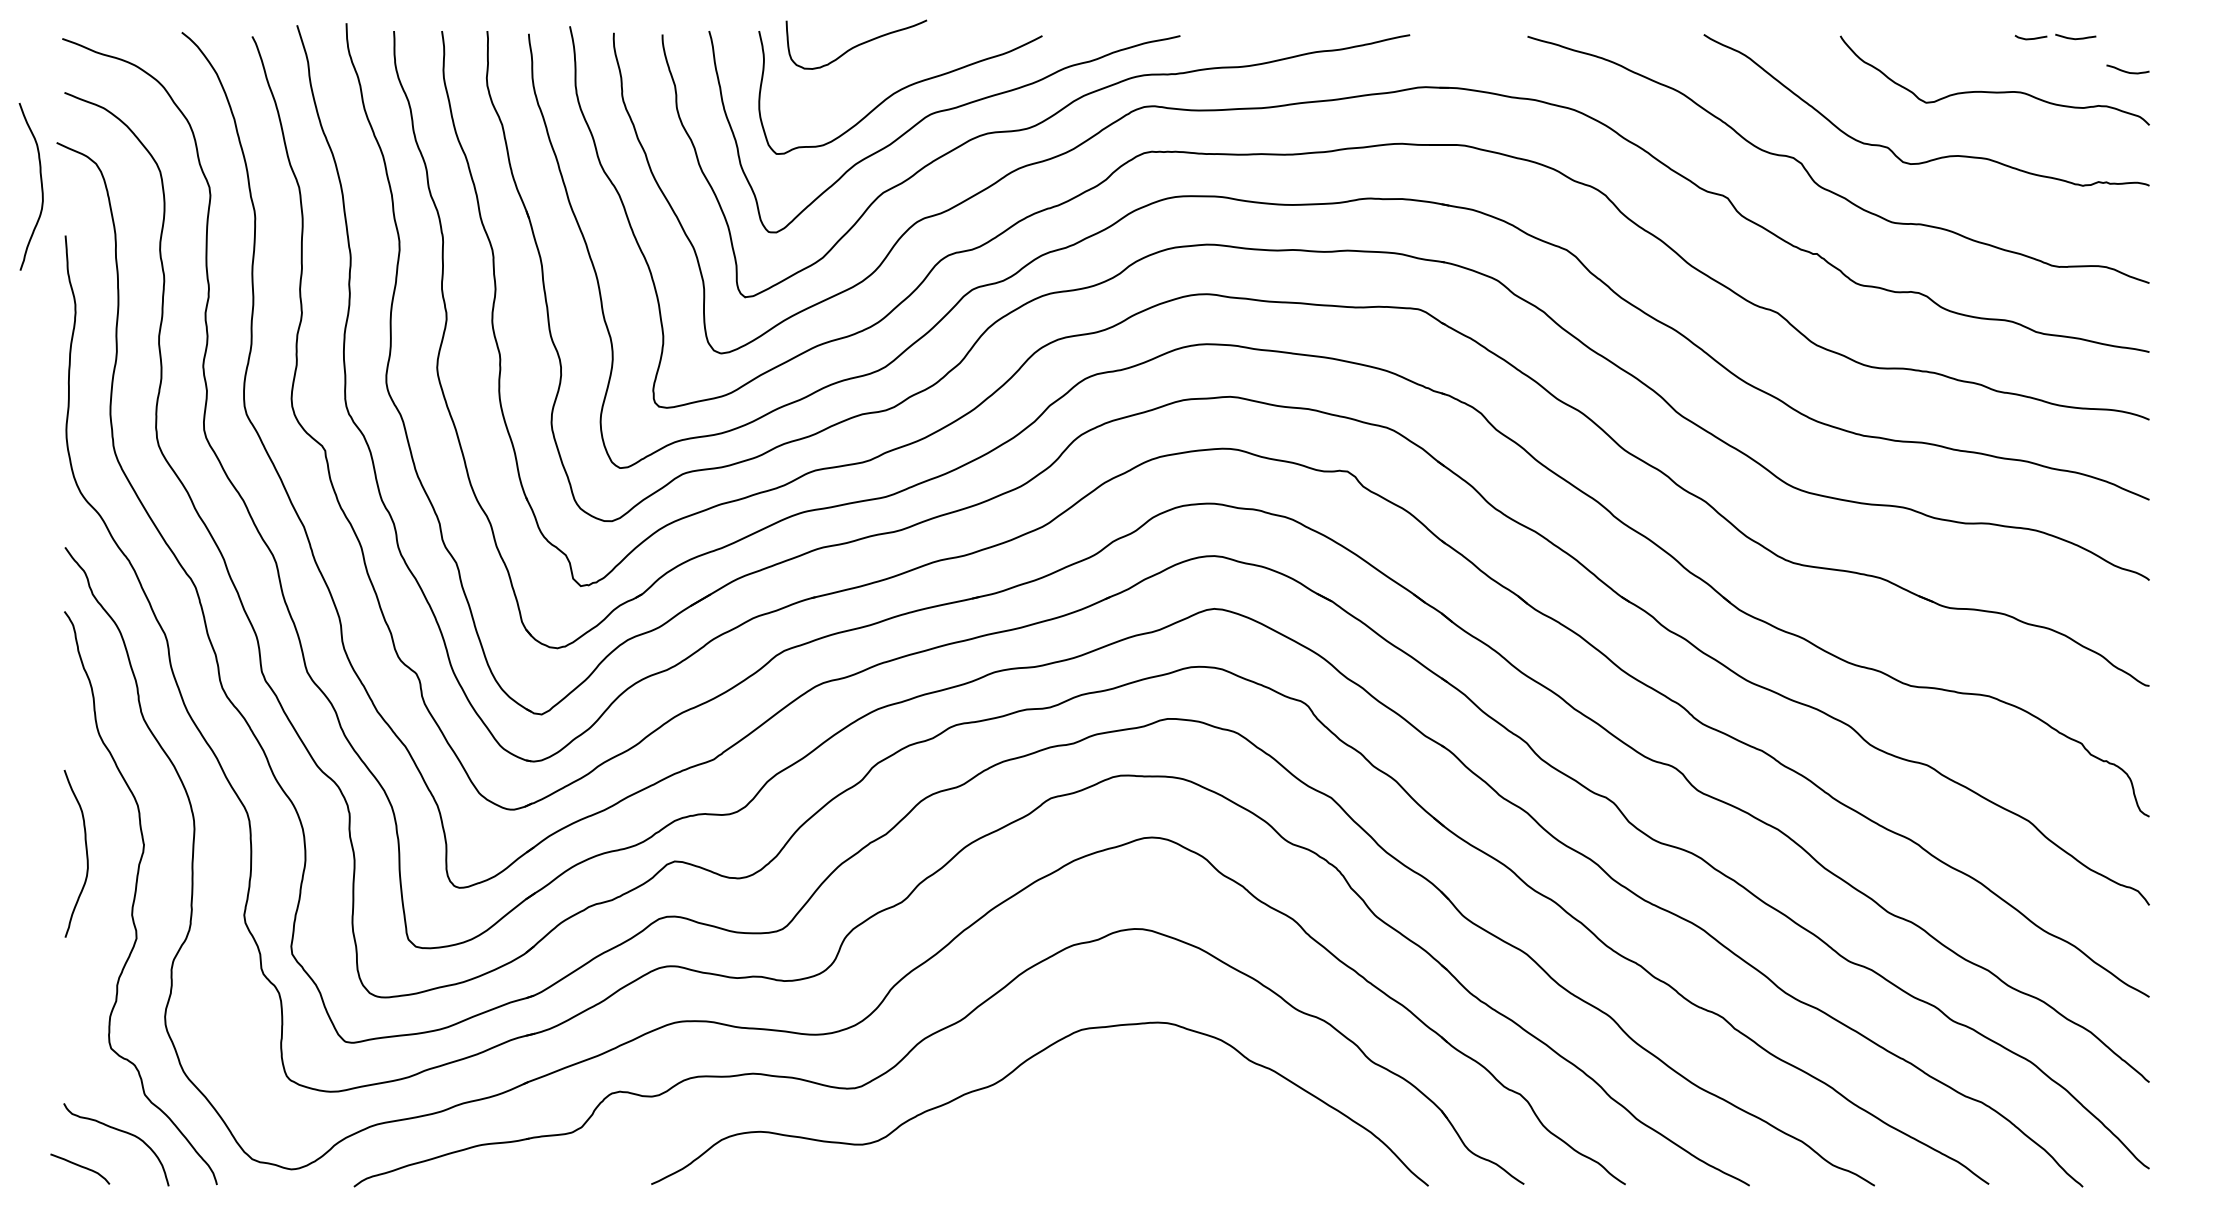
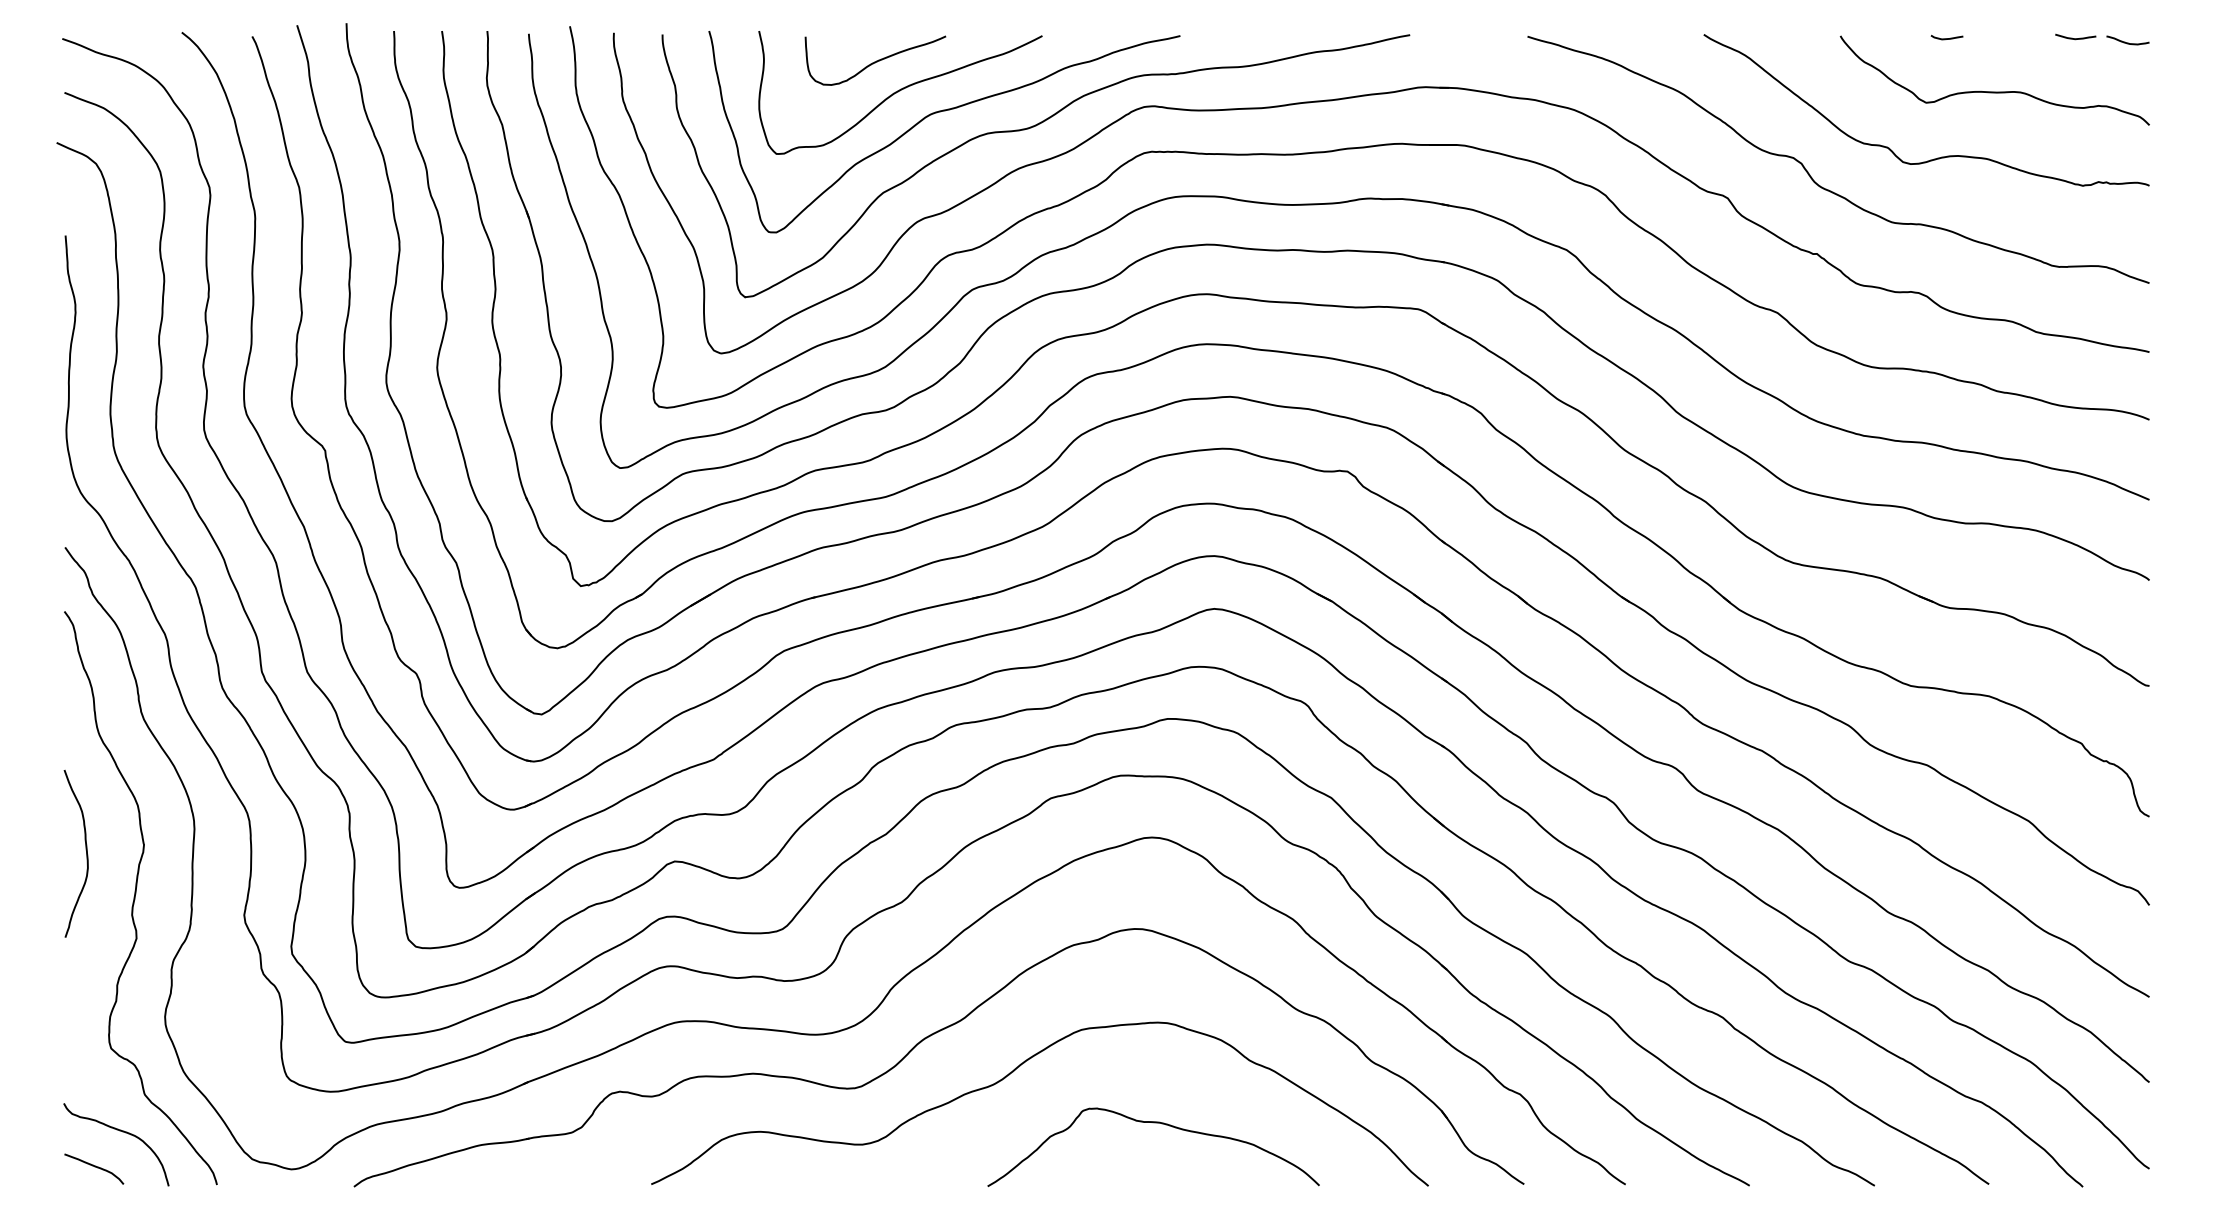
curve at (2030, 38) position: (2030, 38) -> (1946, 38)
curve at (857, 44) position: (857, 44) -> (876, 60)
curve at (2127, 71) position: (2127, 71) -> (2127, 42)
curve at (40, 183): present -> none
curve at (1153, 1123): none -> present
curve at (80, 1167) position: (80, 1167) -> (94, 1167)
